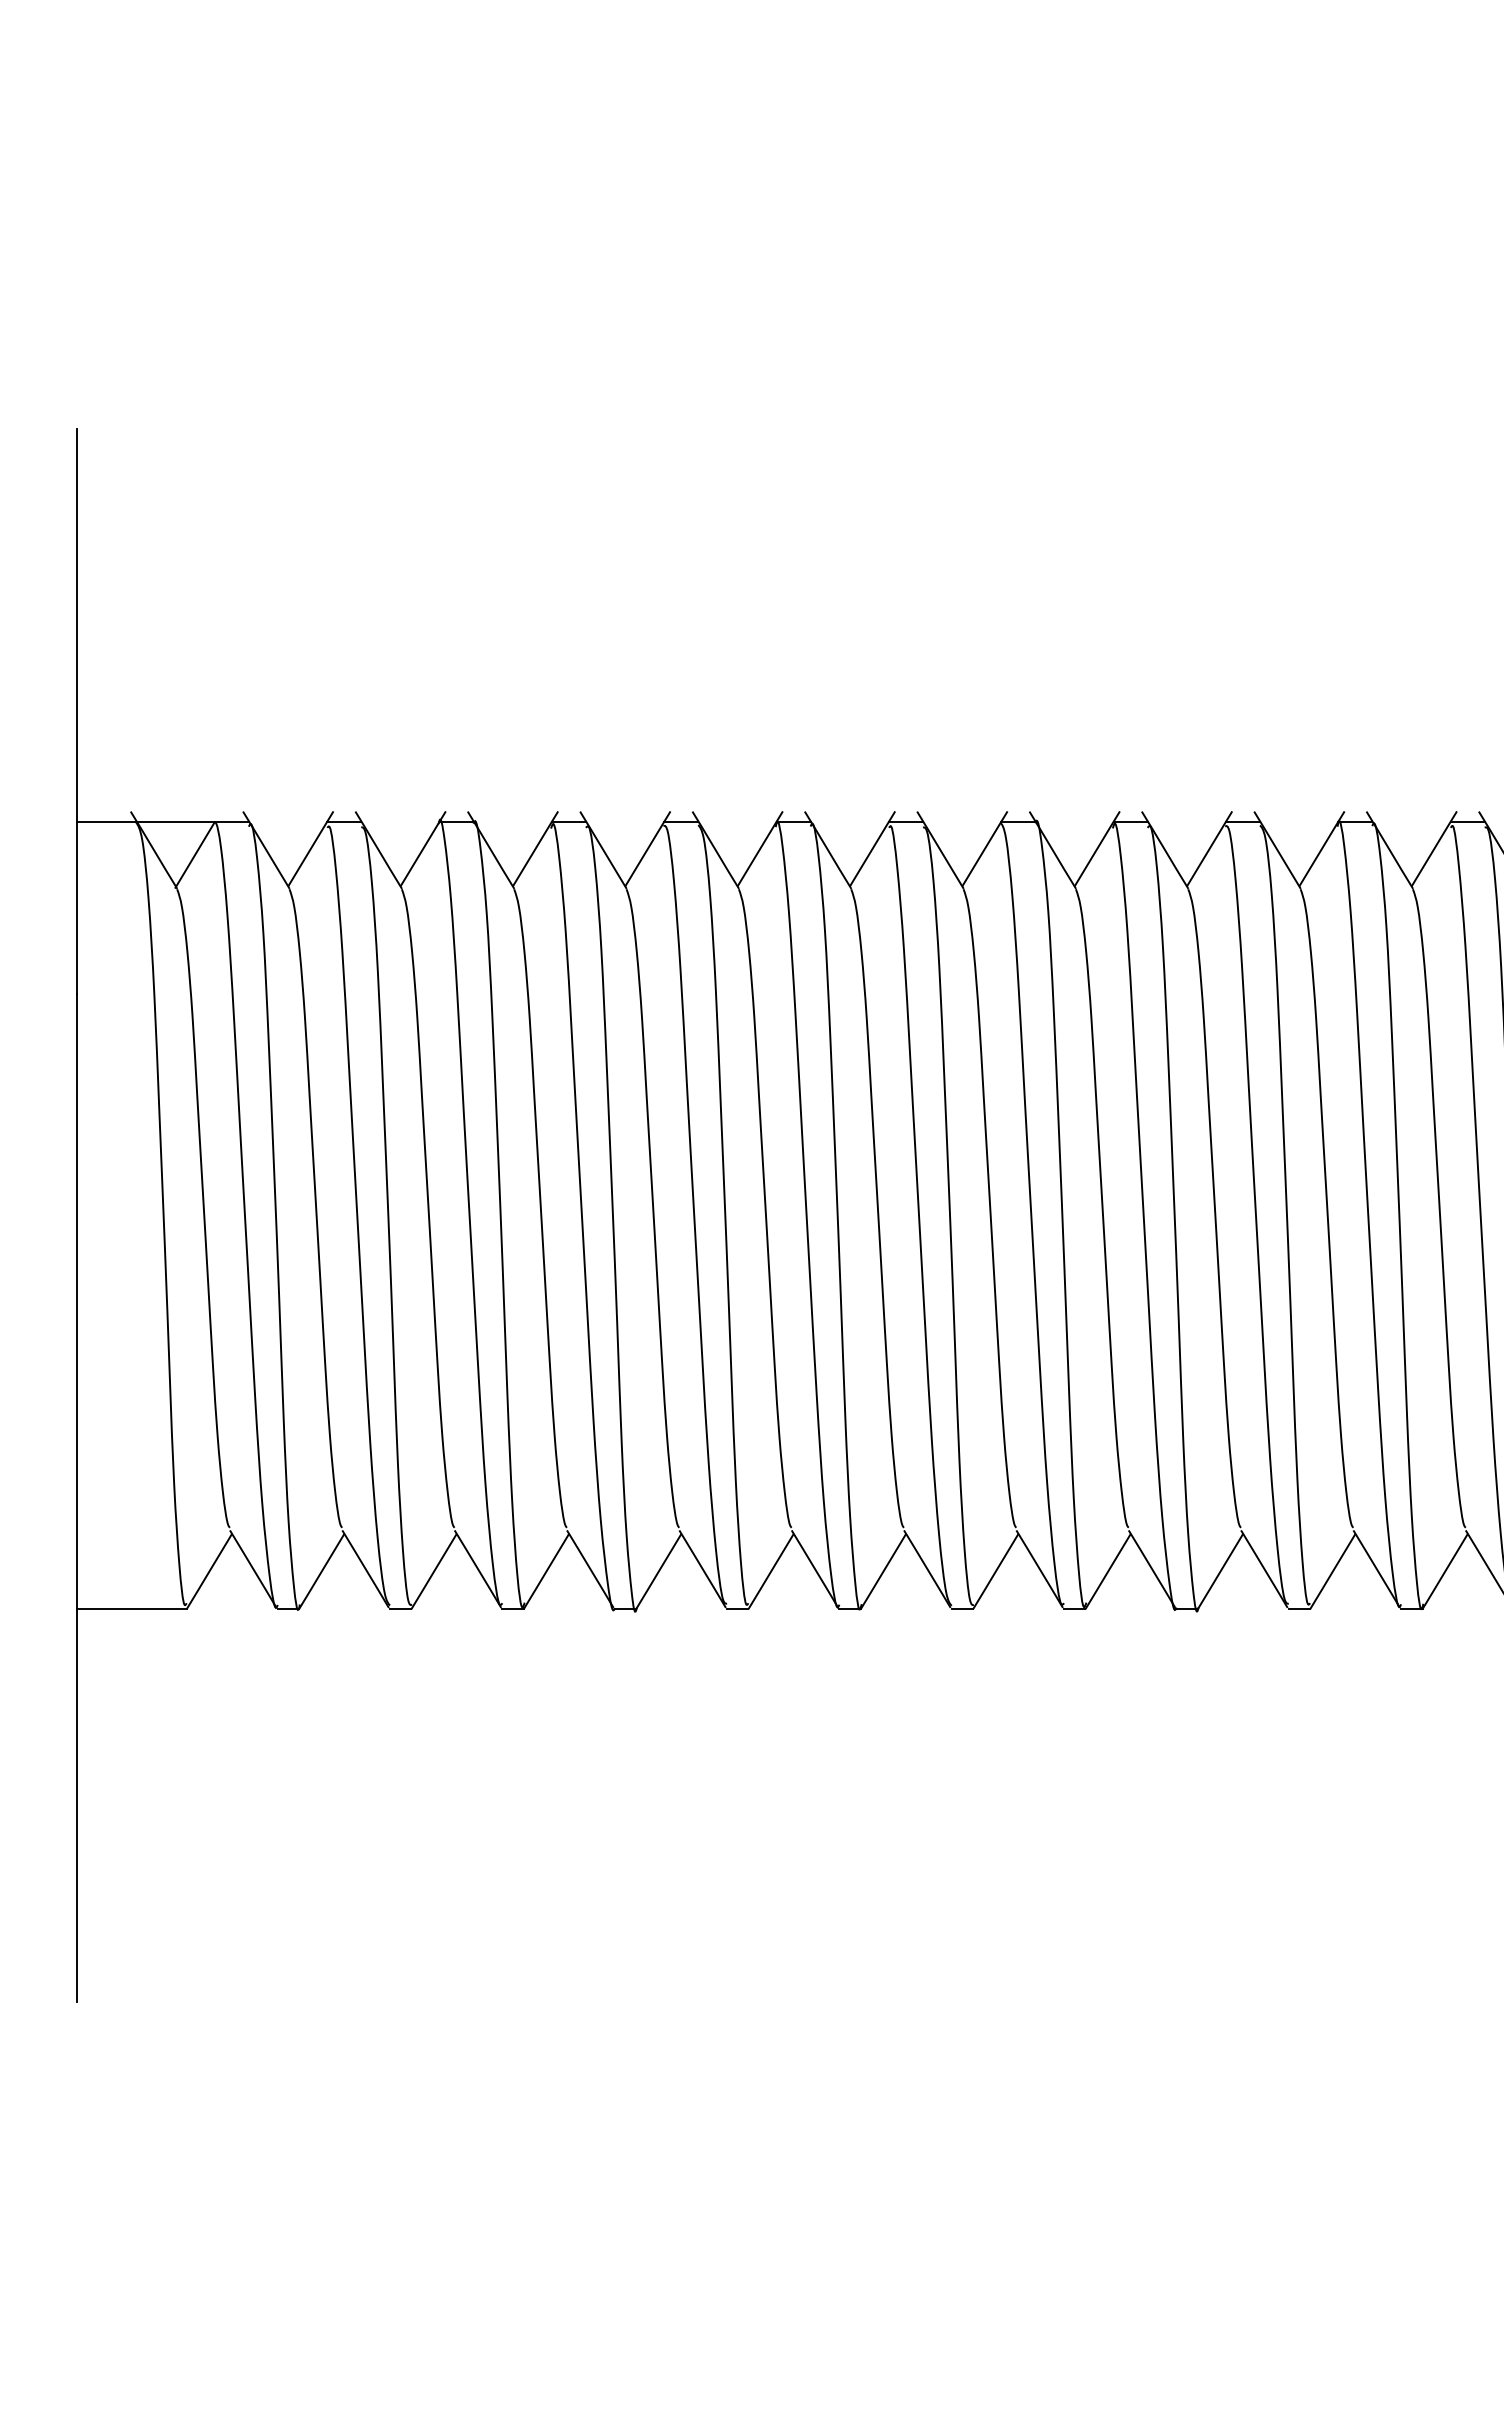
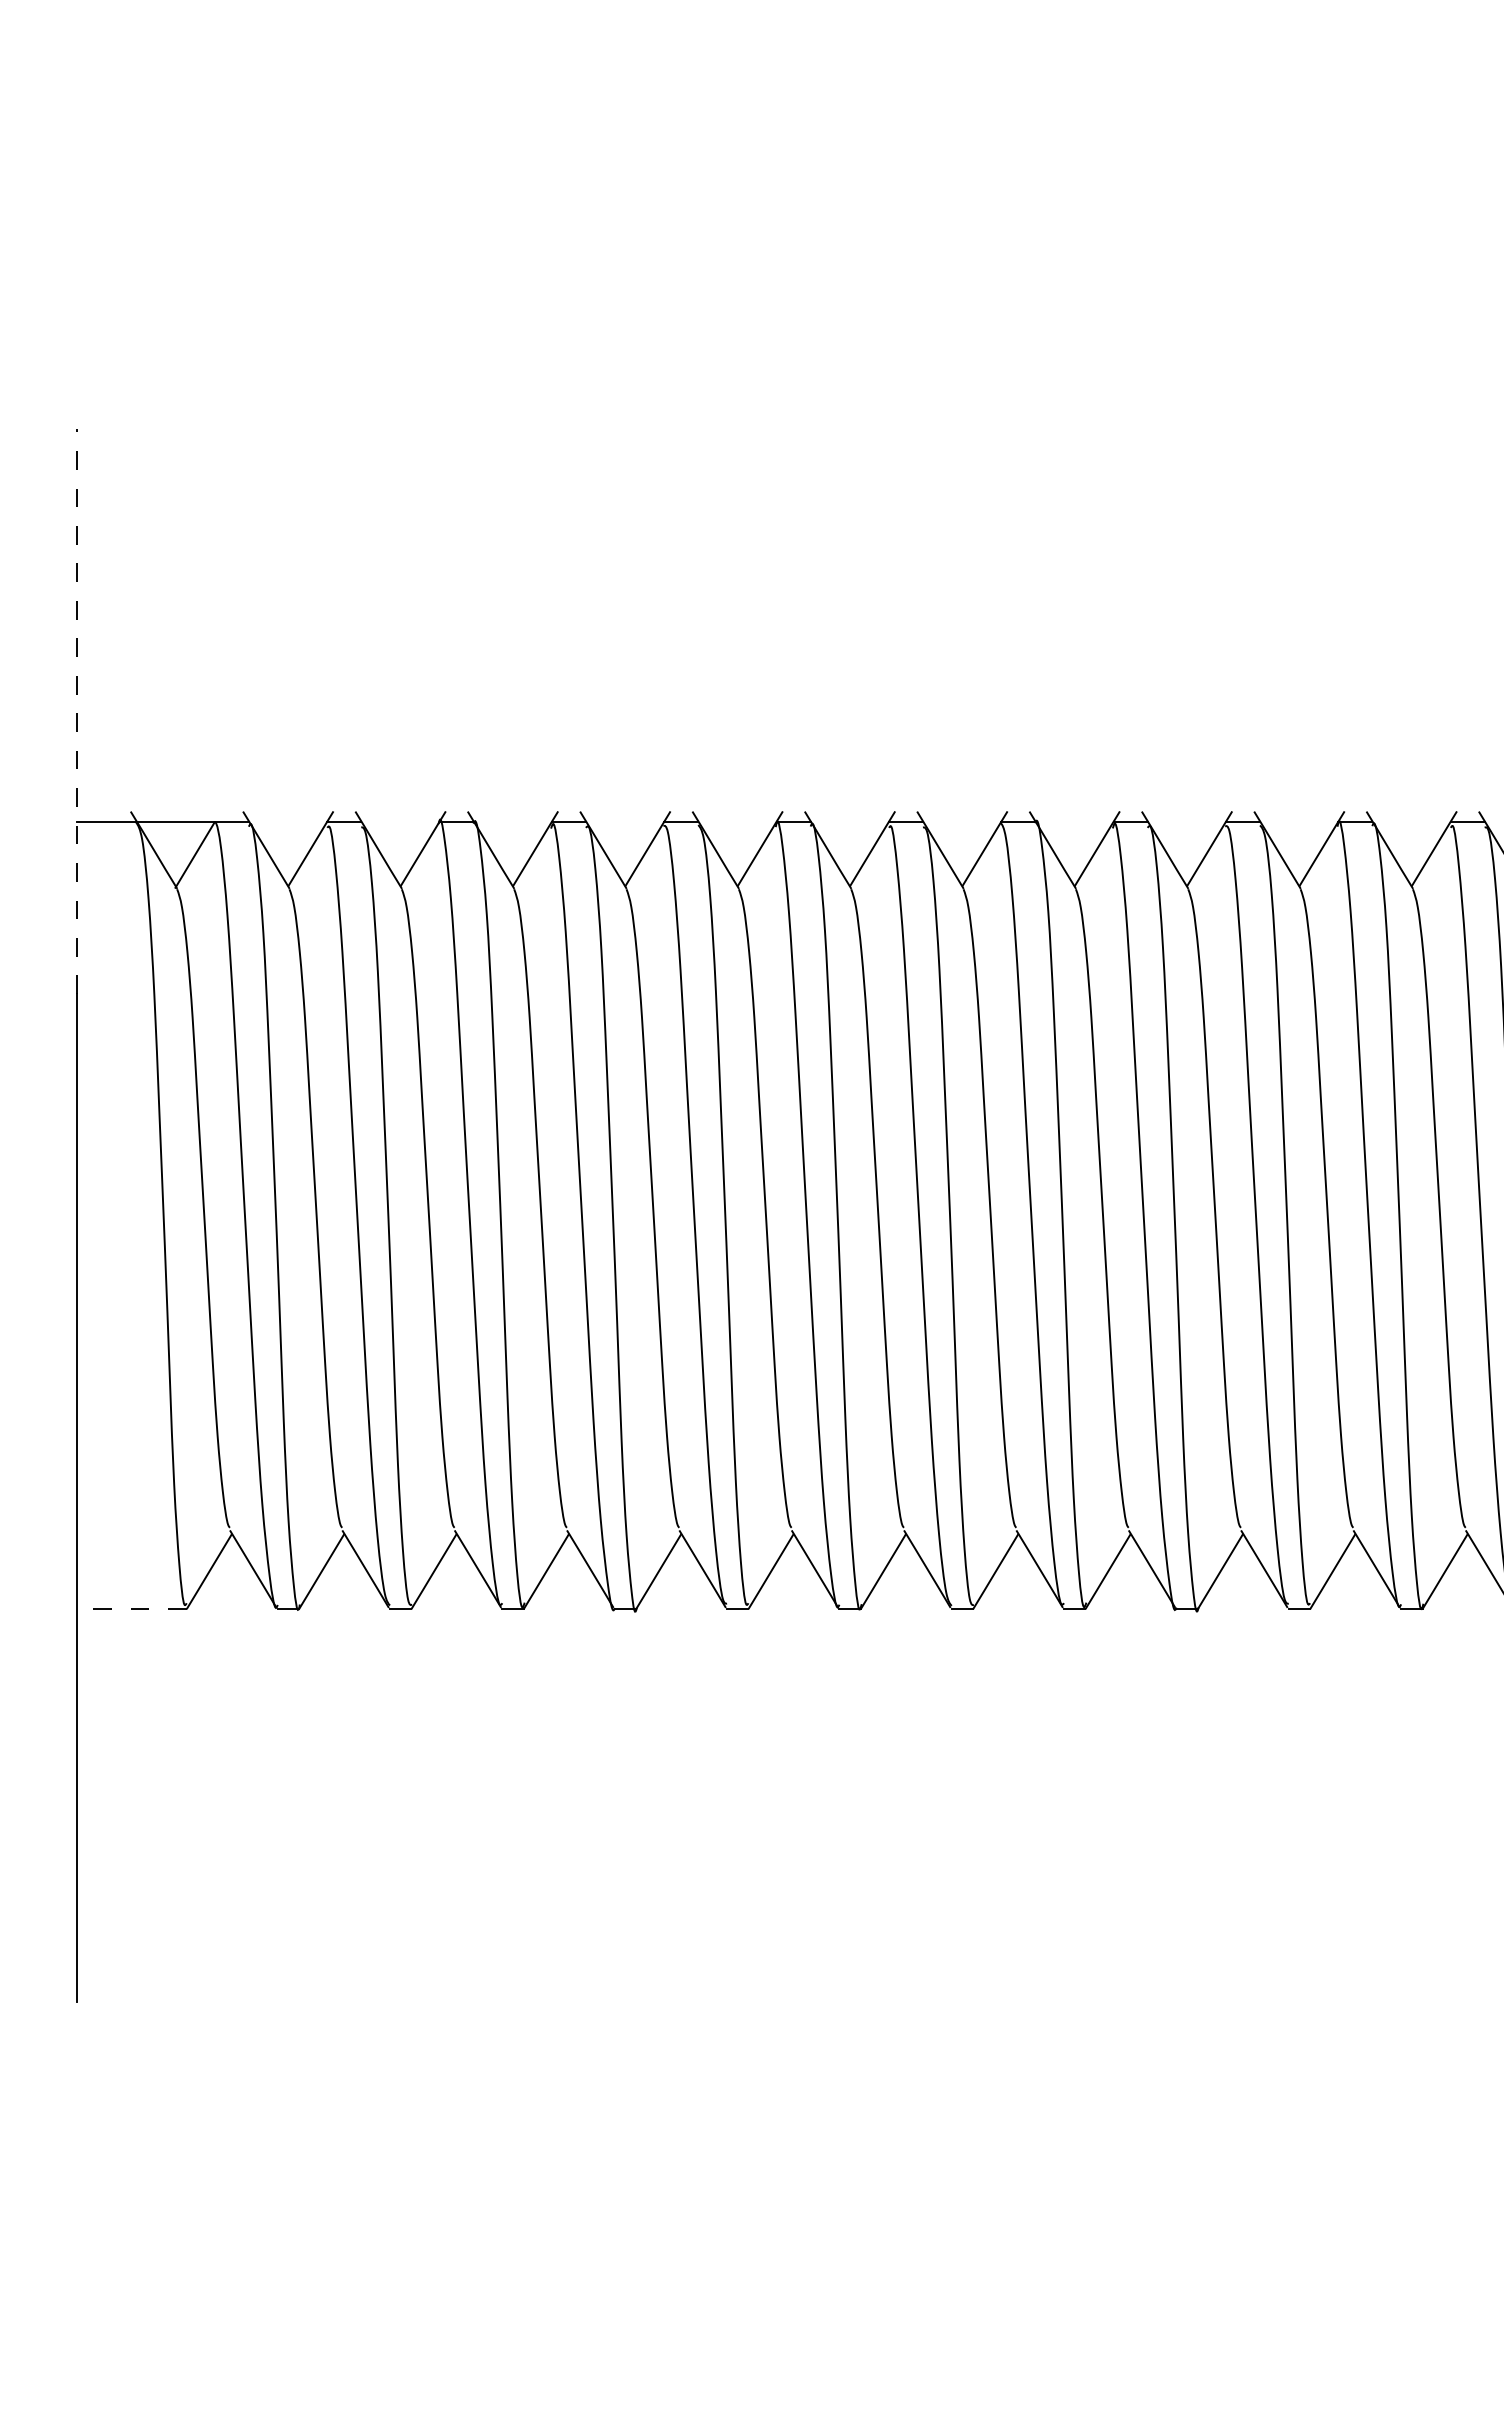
line at (77, 711): solid -> dashed
line at (132, 1608): solid -> dashed
